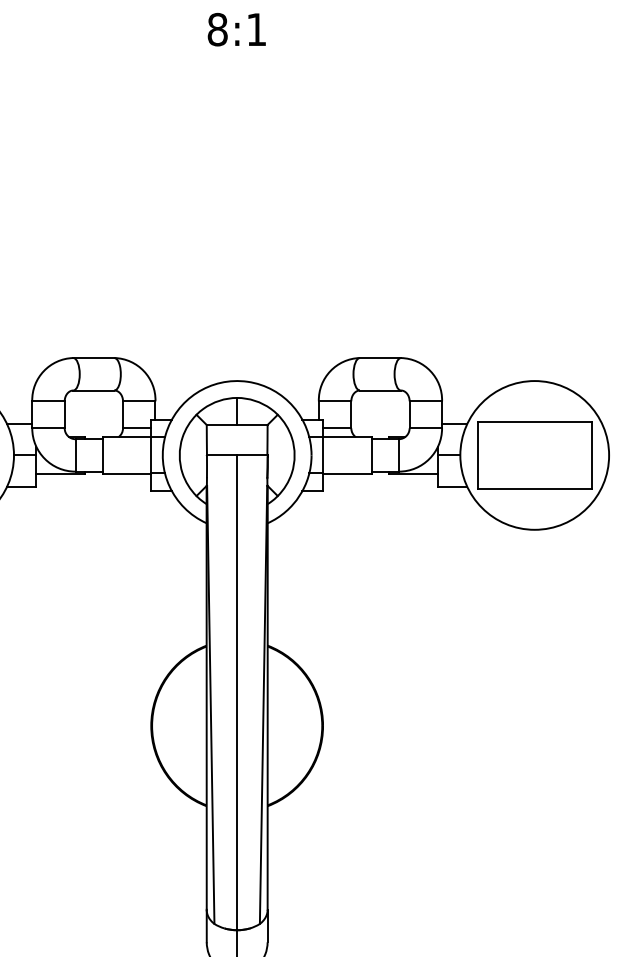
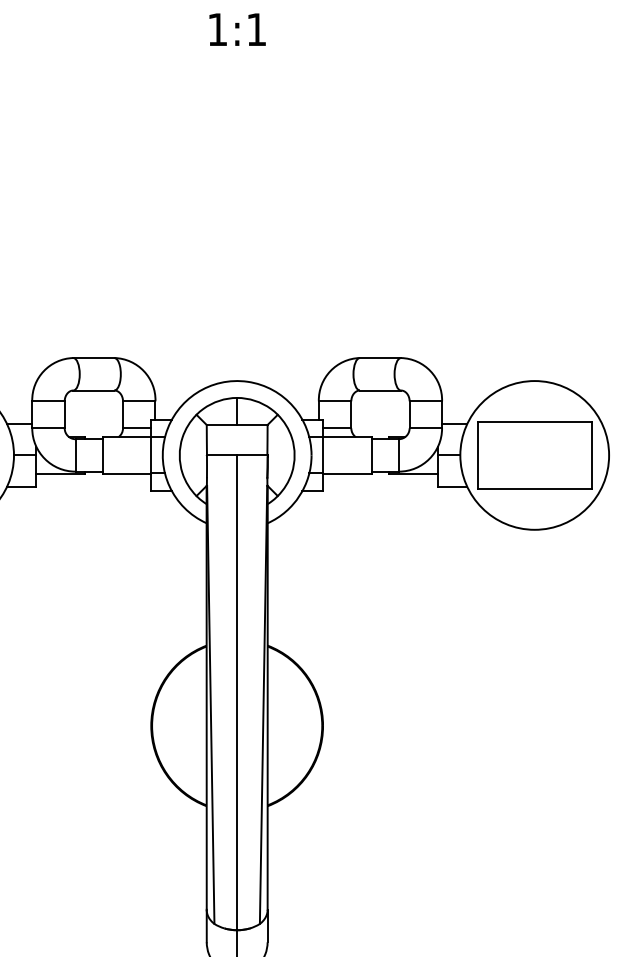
text at (217, 29): 8:1 -> 1:1
